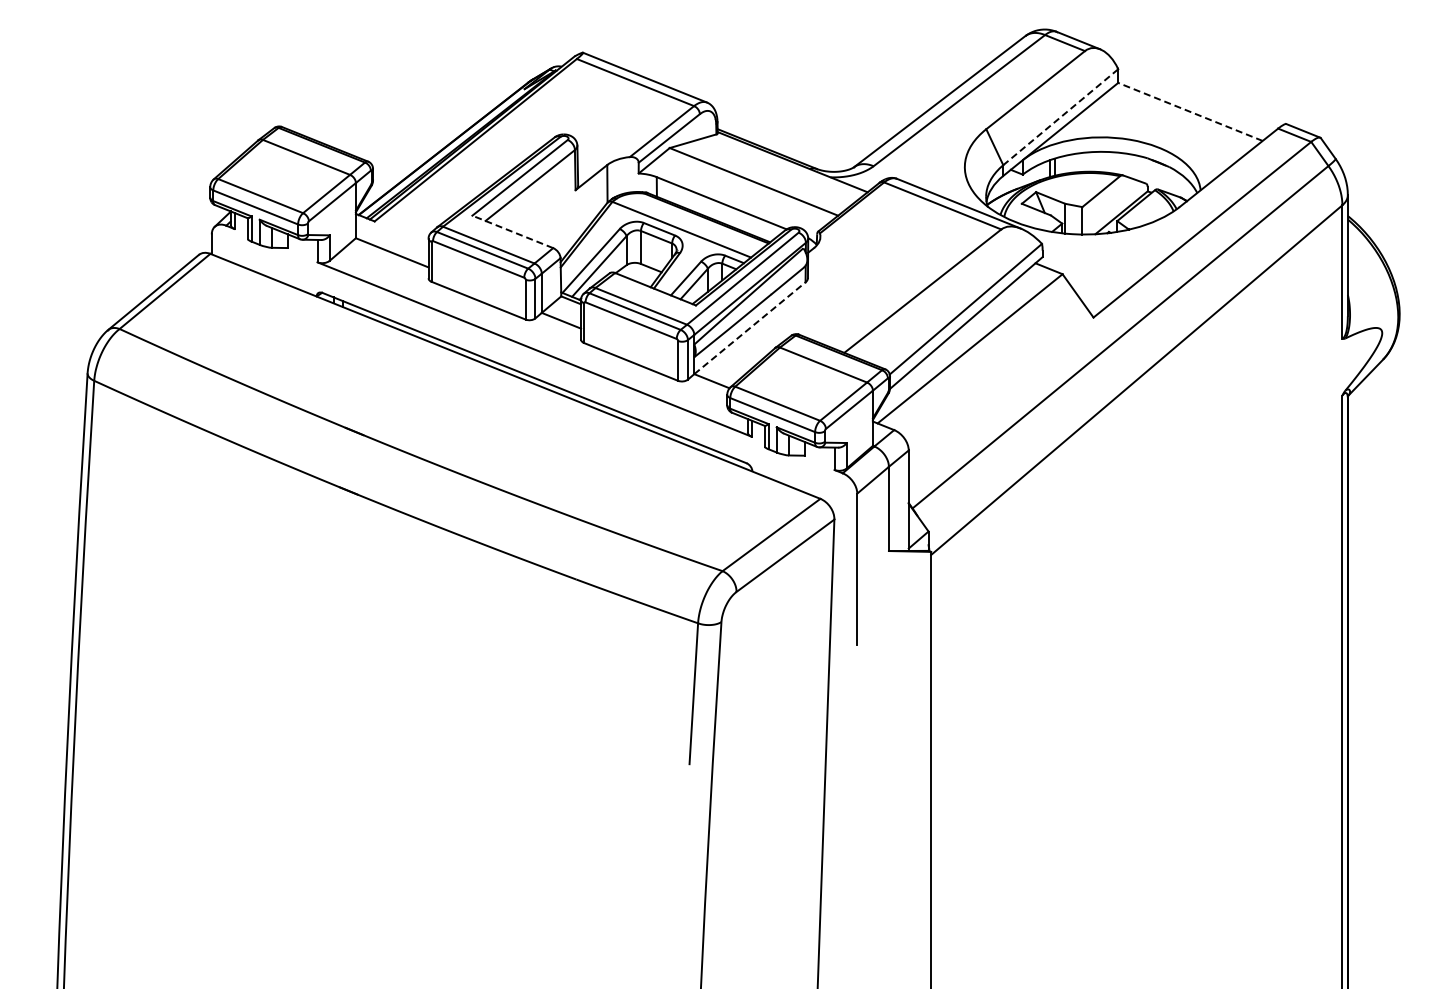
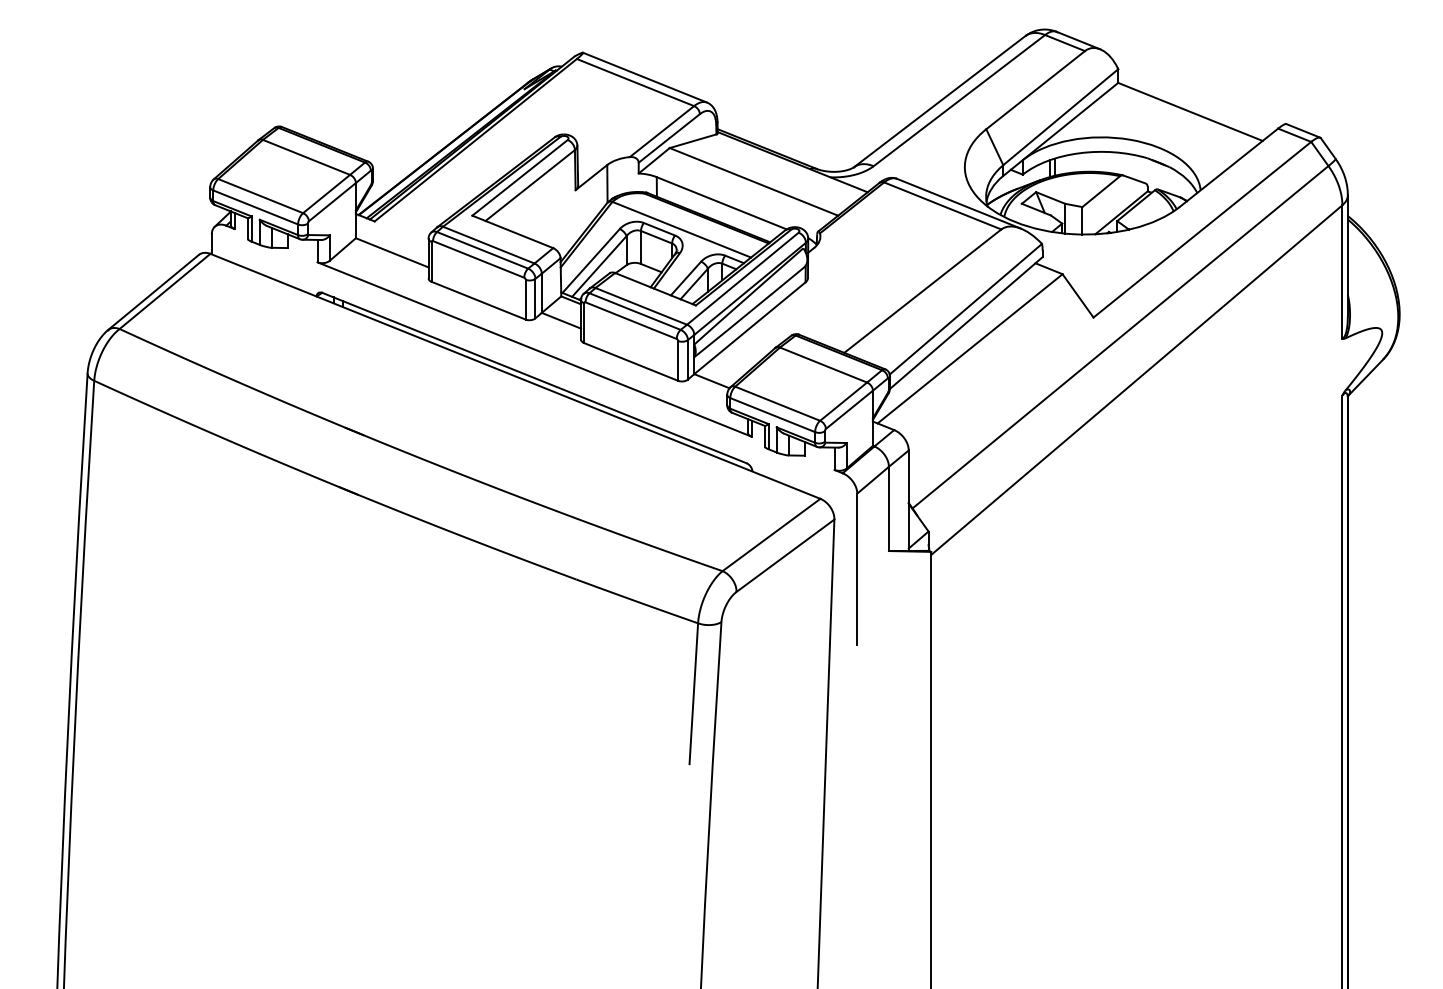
line at (1190, 111): dashed -> solid
line at (1060, 117): dashed -> solid
line at (512, 231): dashed -> solid
line at (750, 327): dashed -> solid
